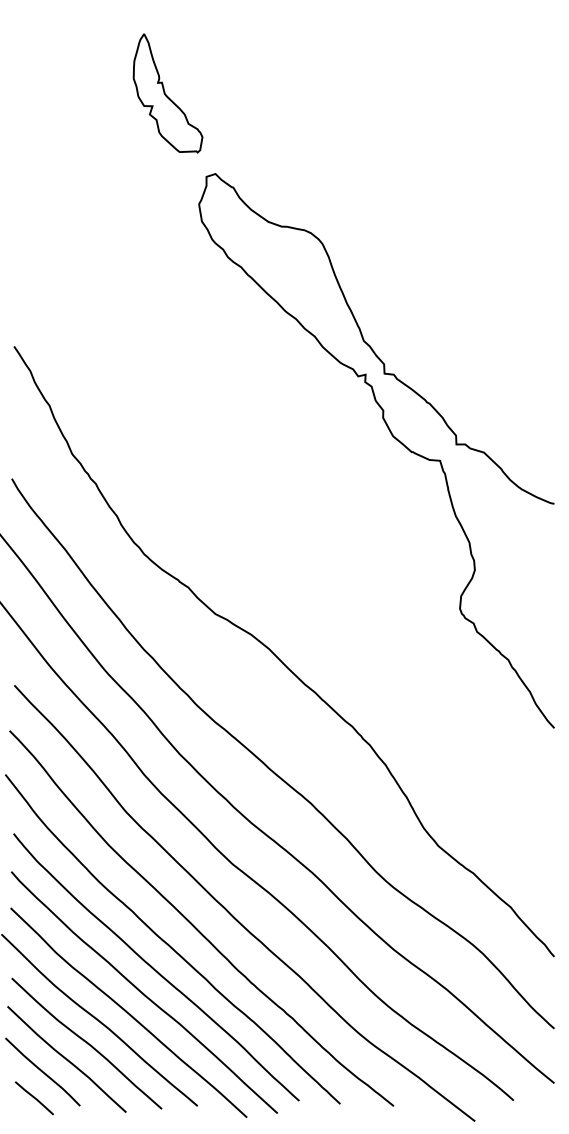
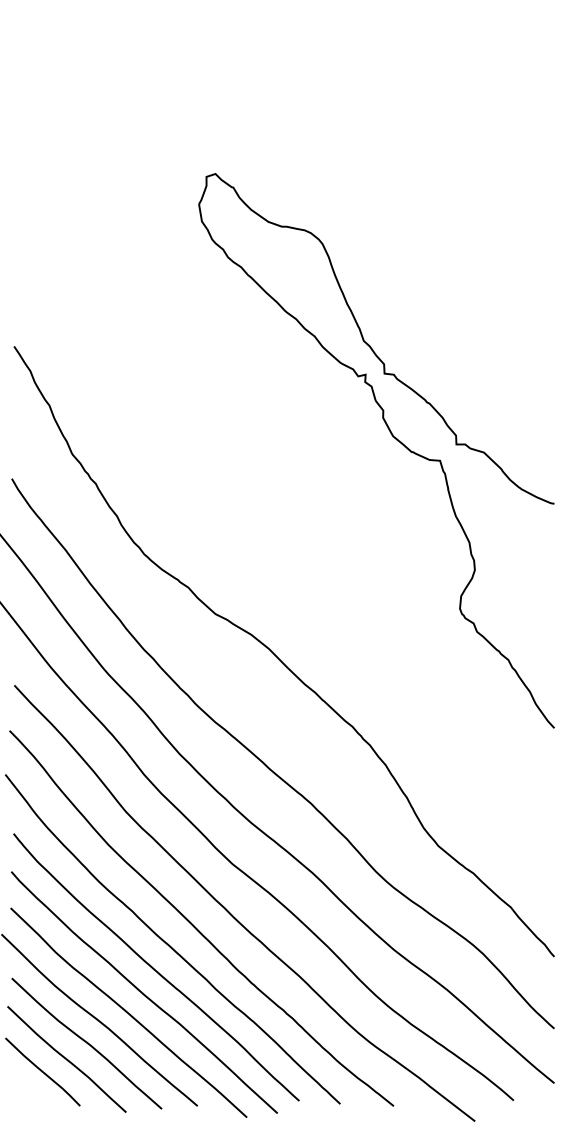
part at (167, 93): present -> none
line at (34, 1098): present -> none
